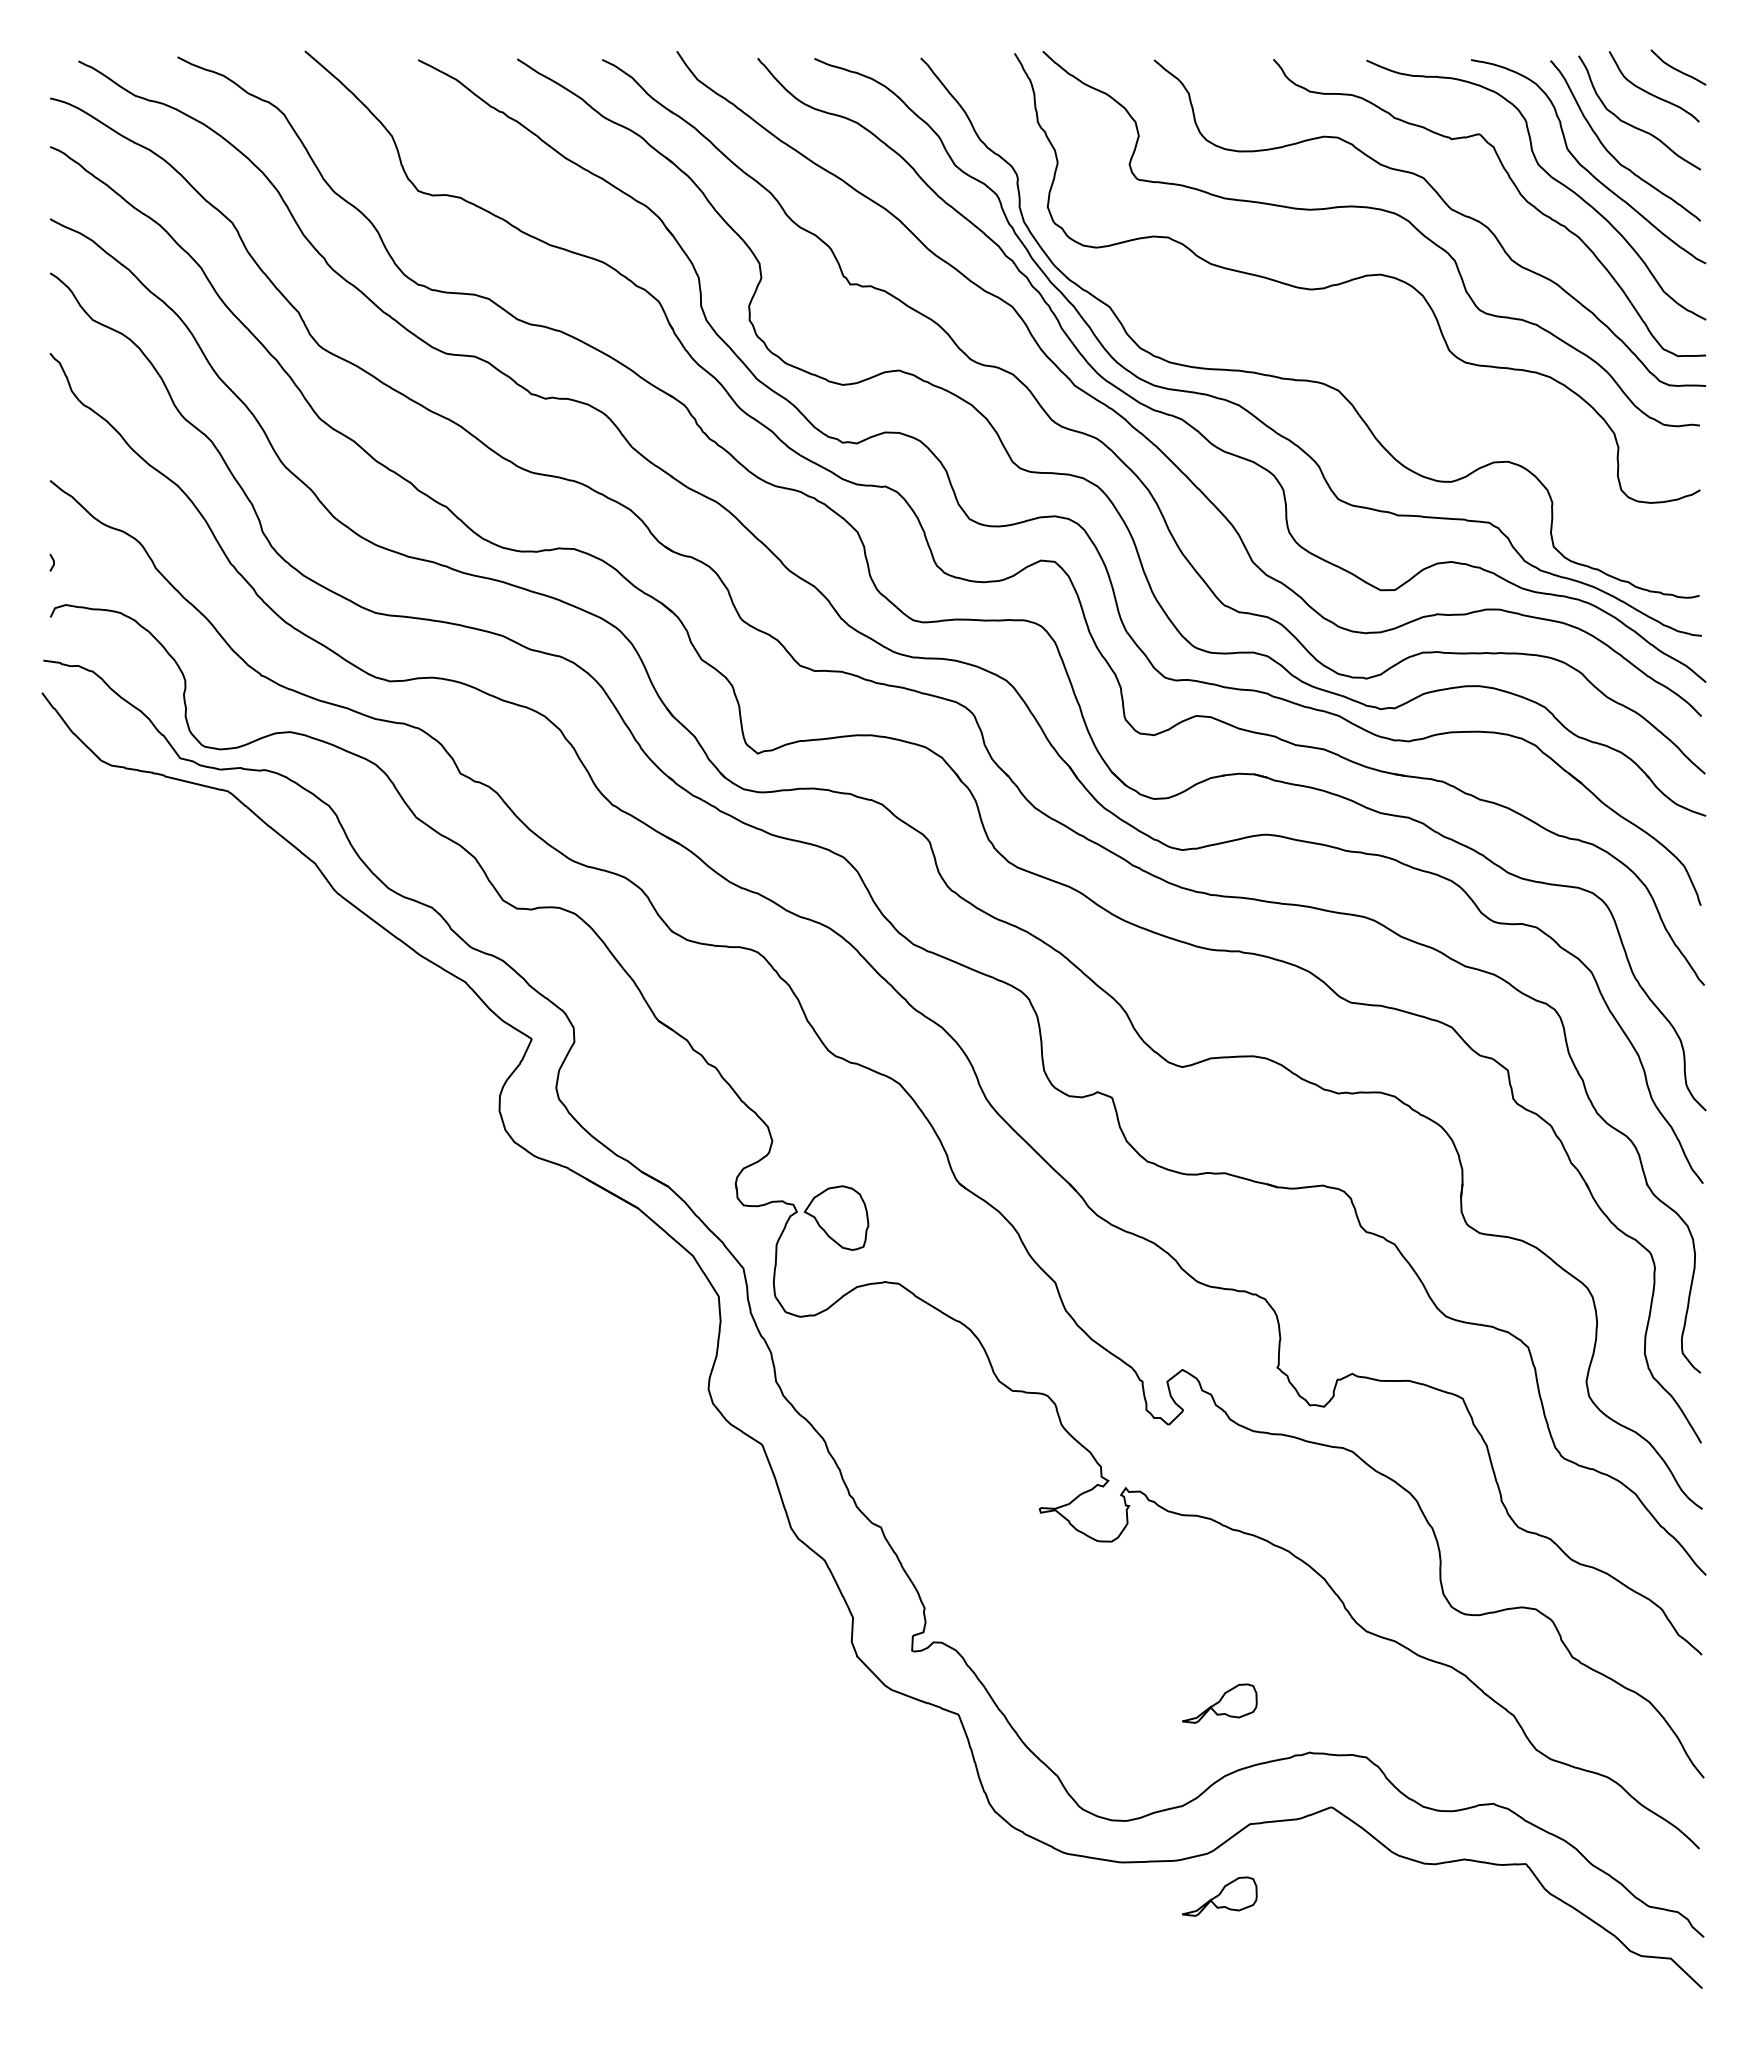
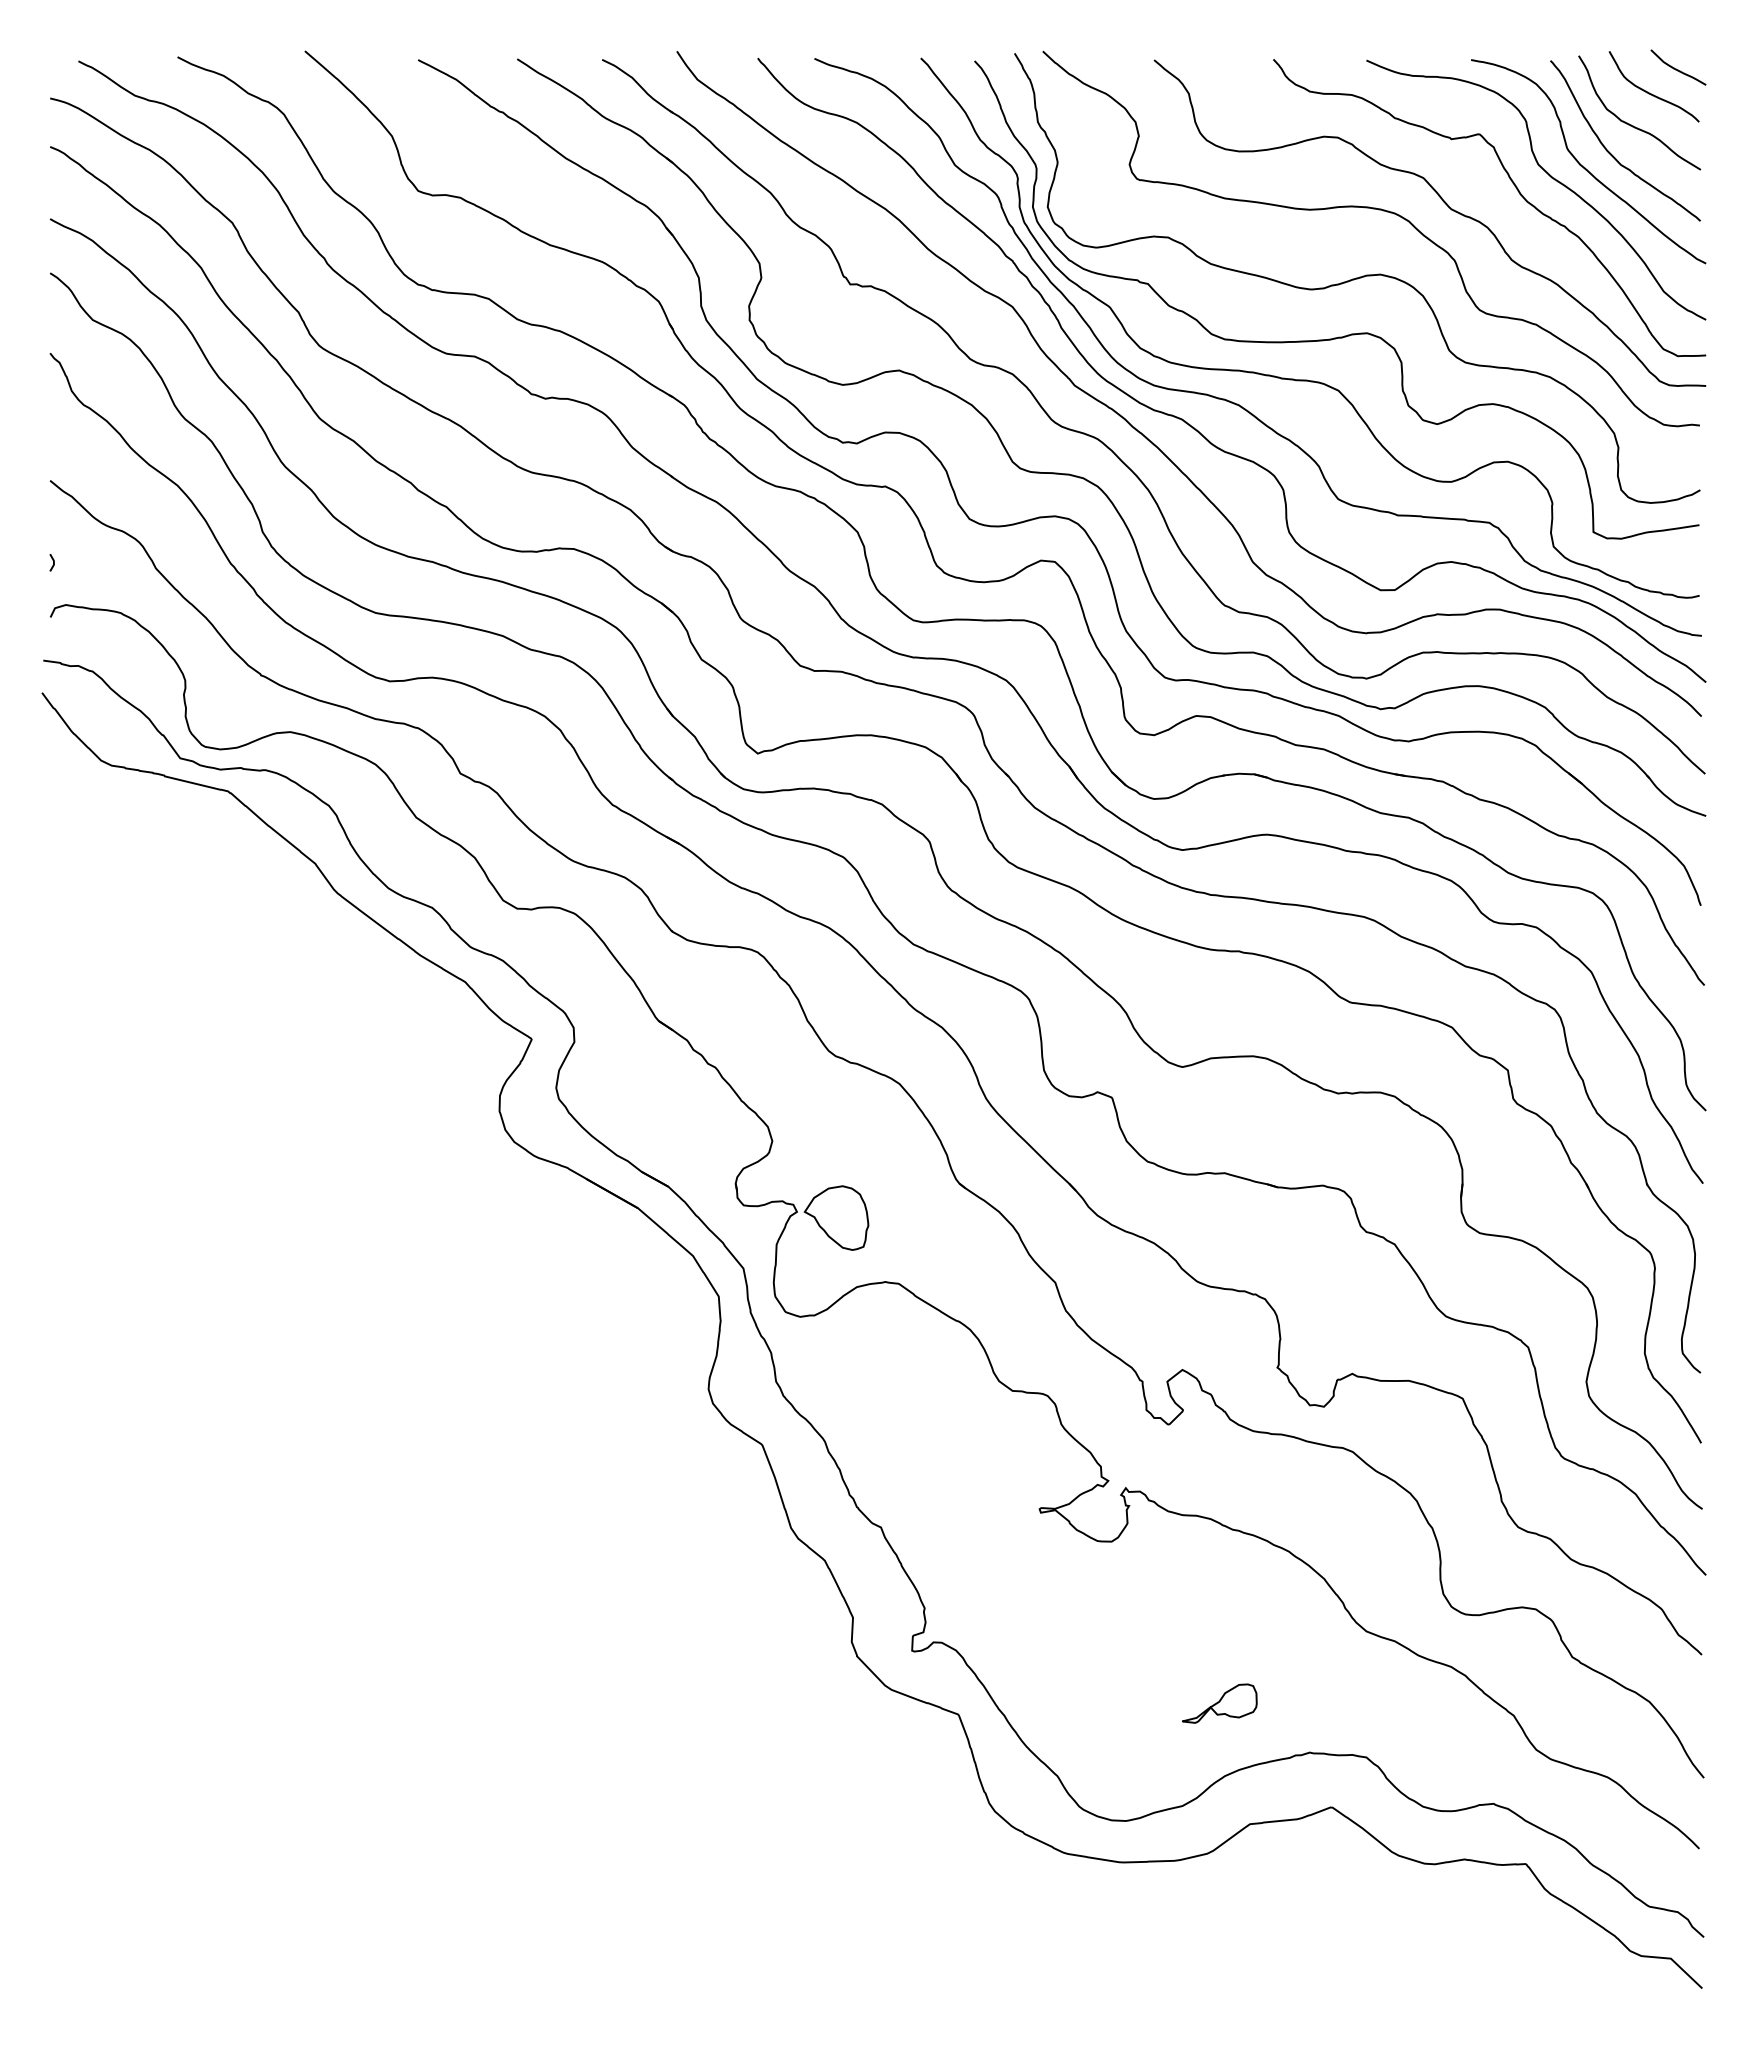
curve at (1347, 334): none -> present
part at (1219, 1896): present -> none
